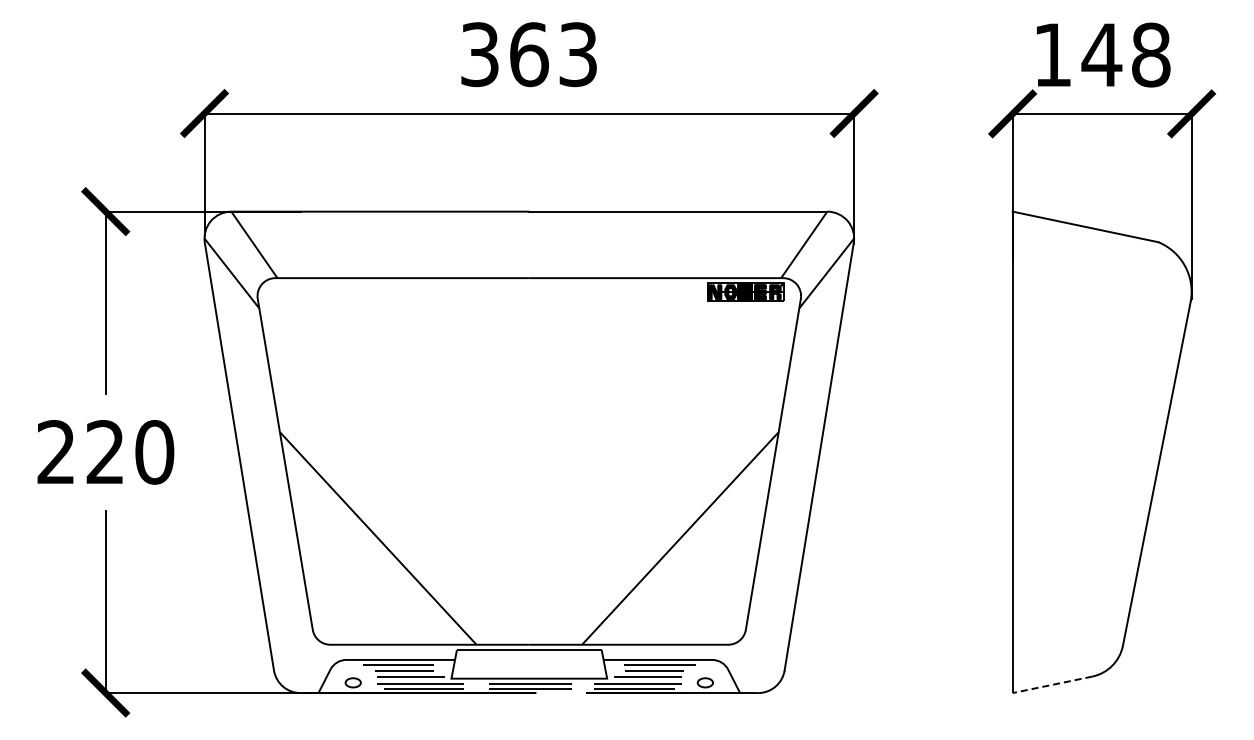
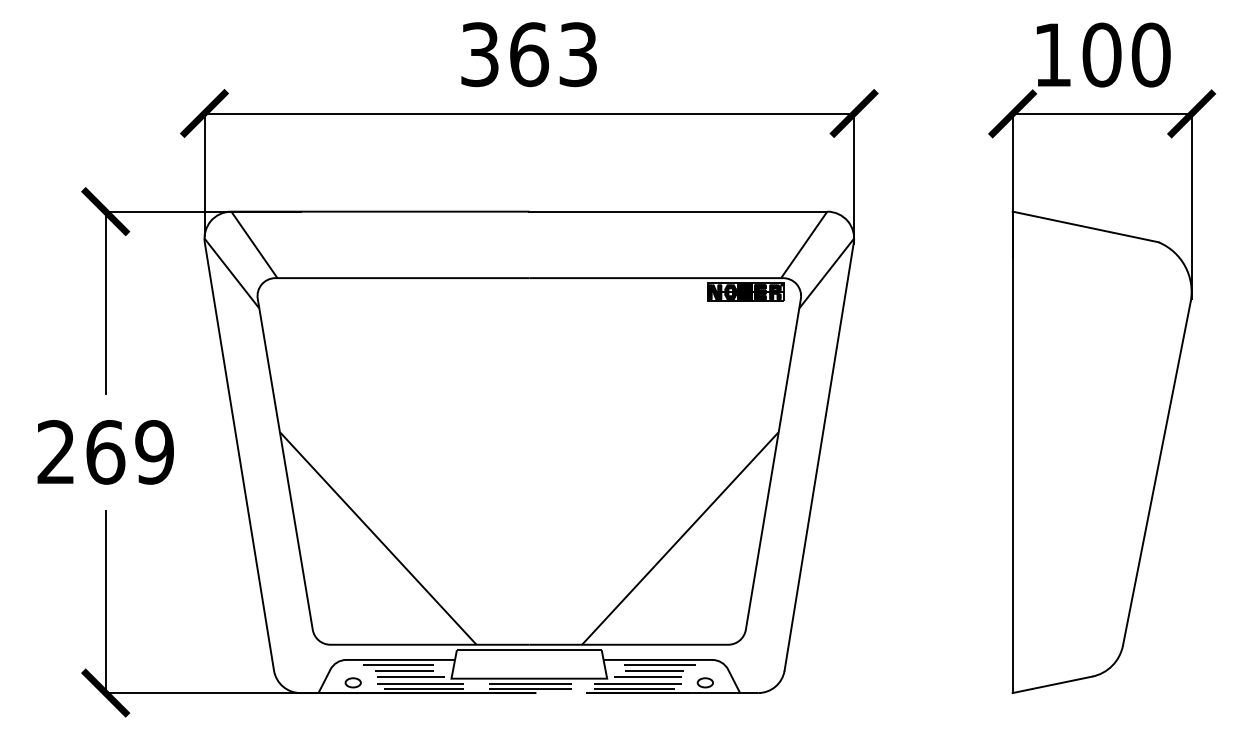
text at (1125, 54): 148 -> 100
text at (130, 452): 220 -> 269
line at (1052, 684): dashed -> solid
